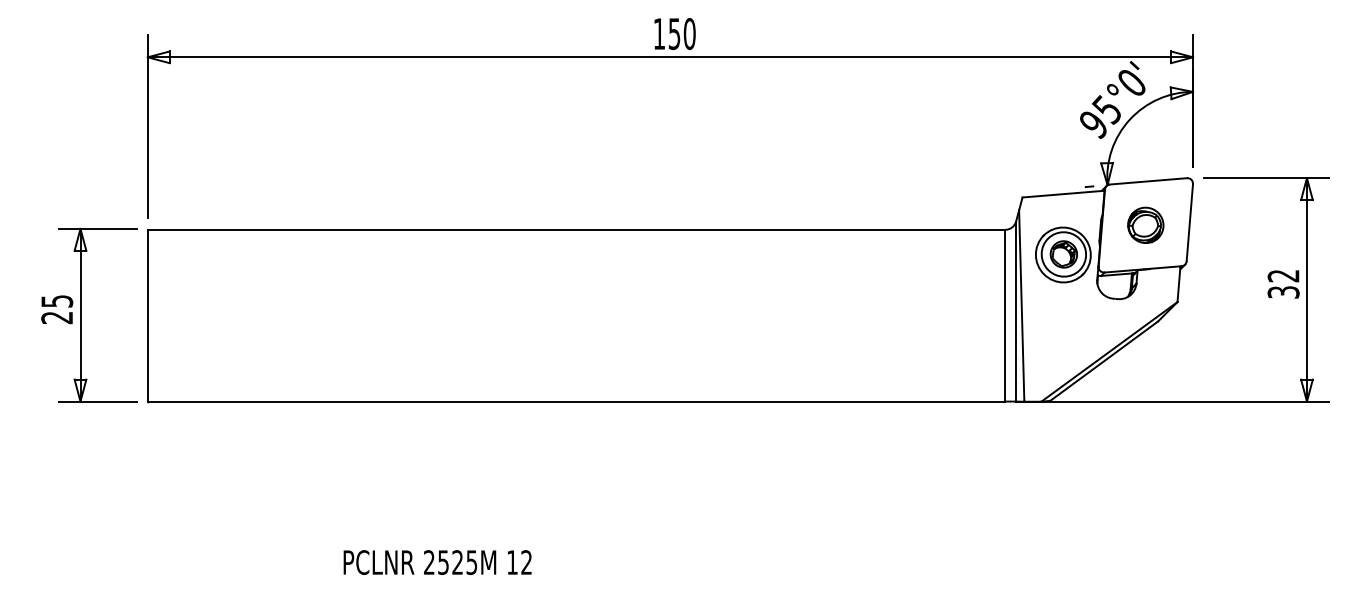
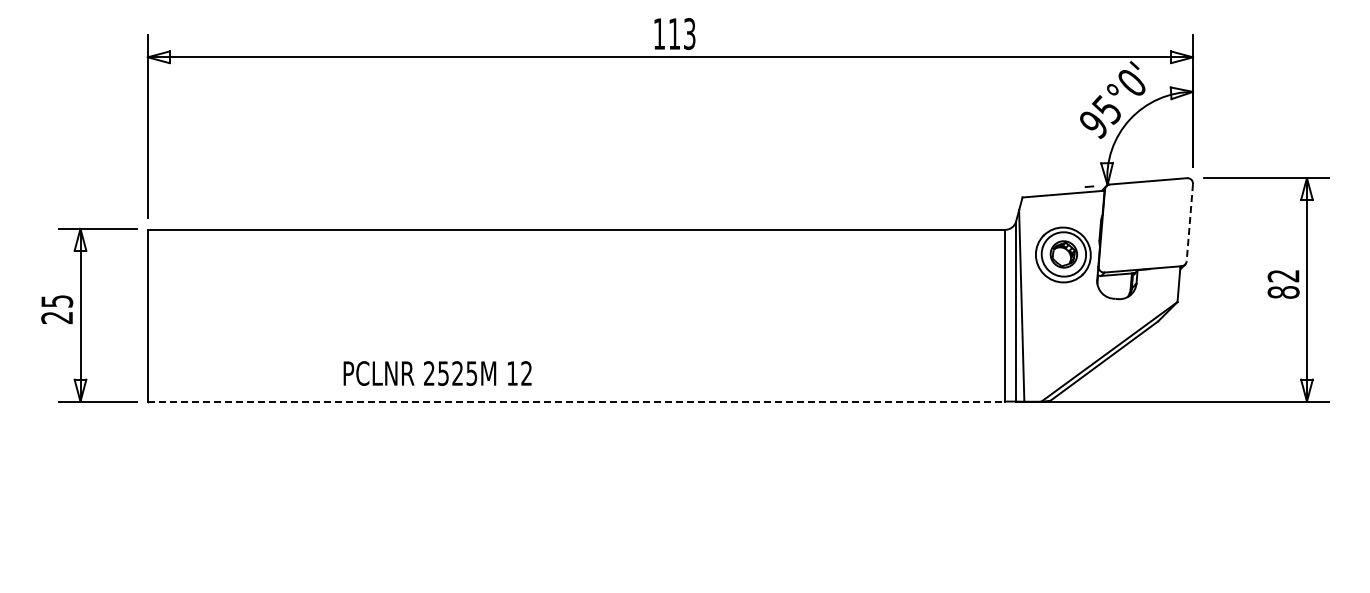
text at (682, 34): 150 -> 113
line at (1189, 222): solid -> dashed
part at (1145, 224): present -> none
text at (1283, 292): 32 -> 82
line at (576, 401): solid -> dashed
text at (437, 562) position: (437, 562) -> (437, 373)
